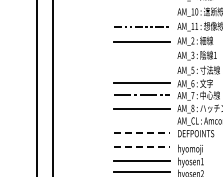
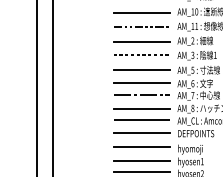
line at (141, 12): none -> present
line at (141, 54): none -> present
line at (141, 69): none -> present
line at (141, 120): none -> present
line at (142, 133): dashed -> solid
line at (142, 147): dashed -> solid
